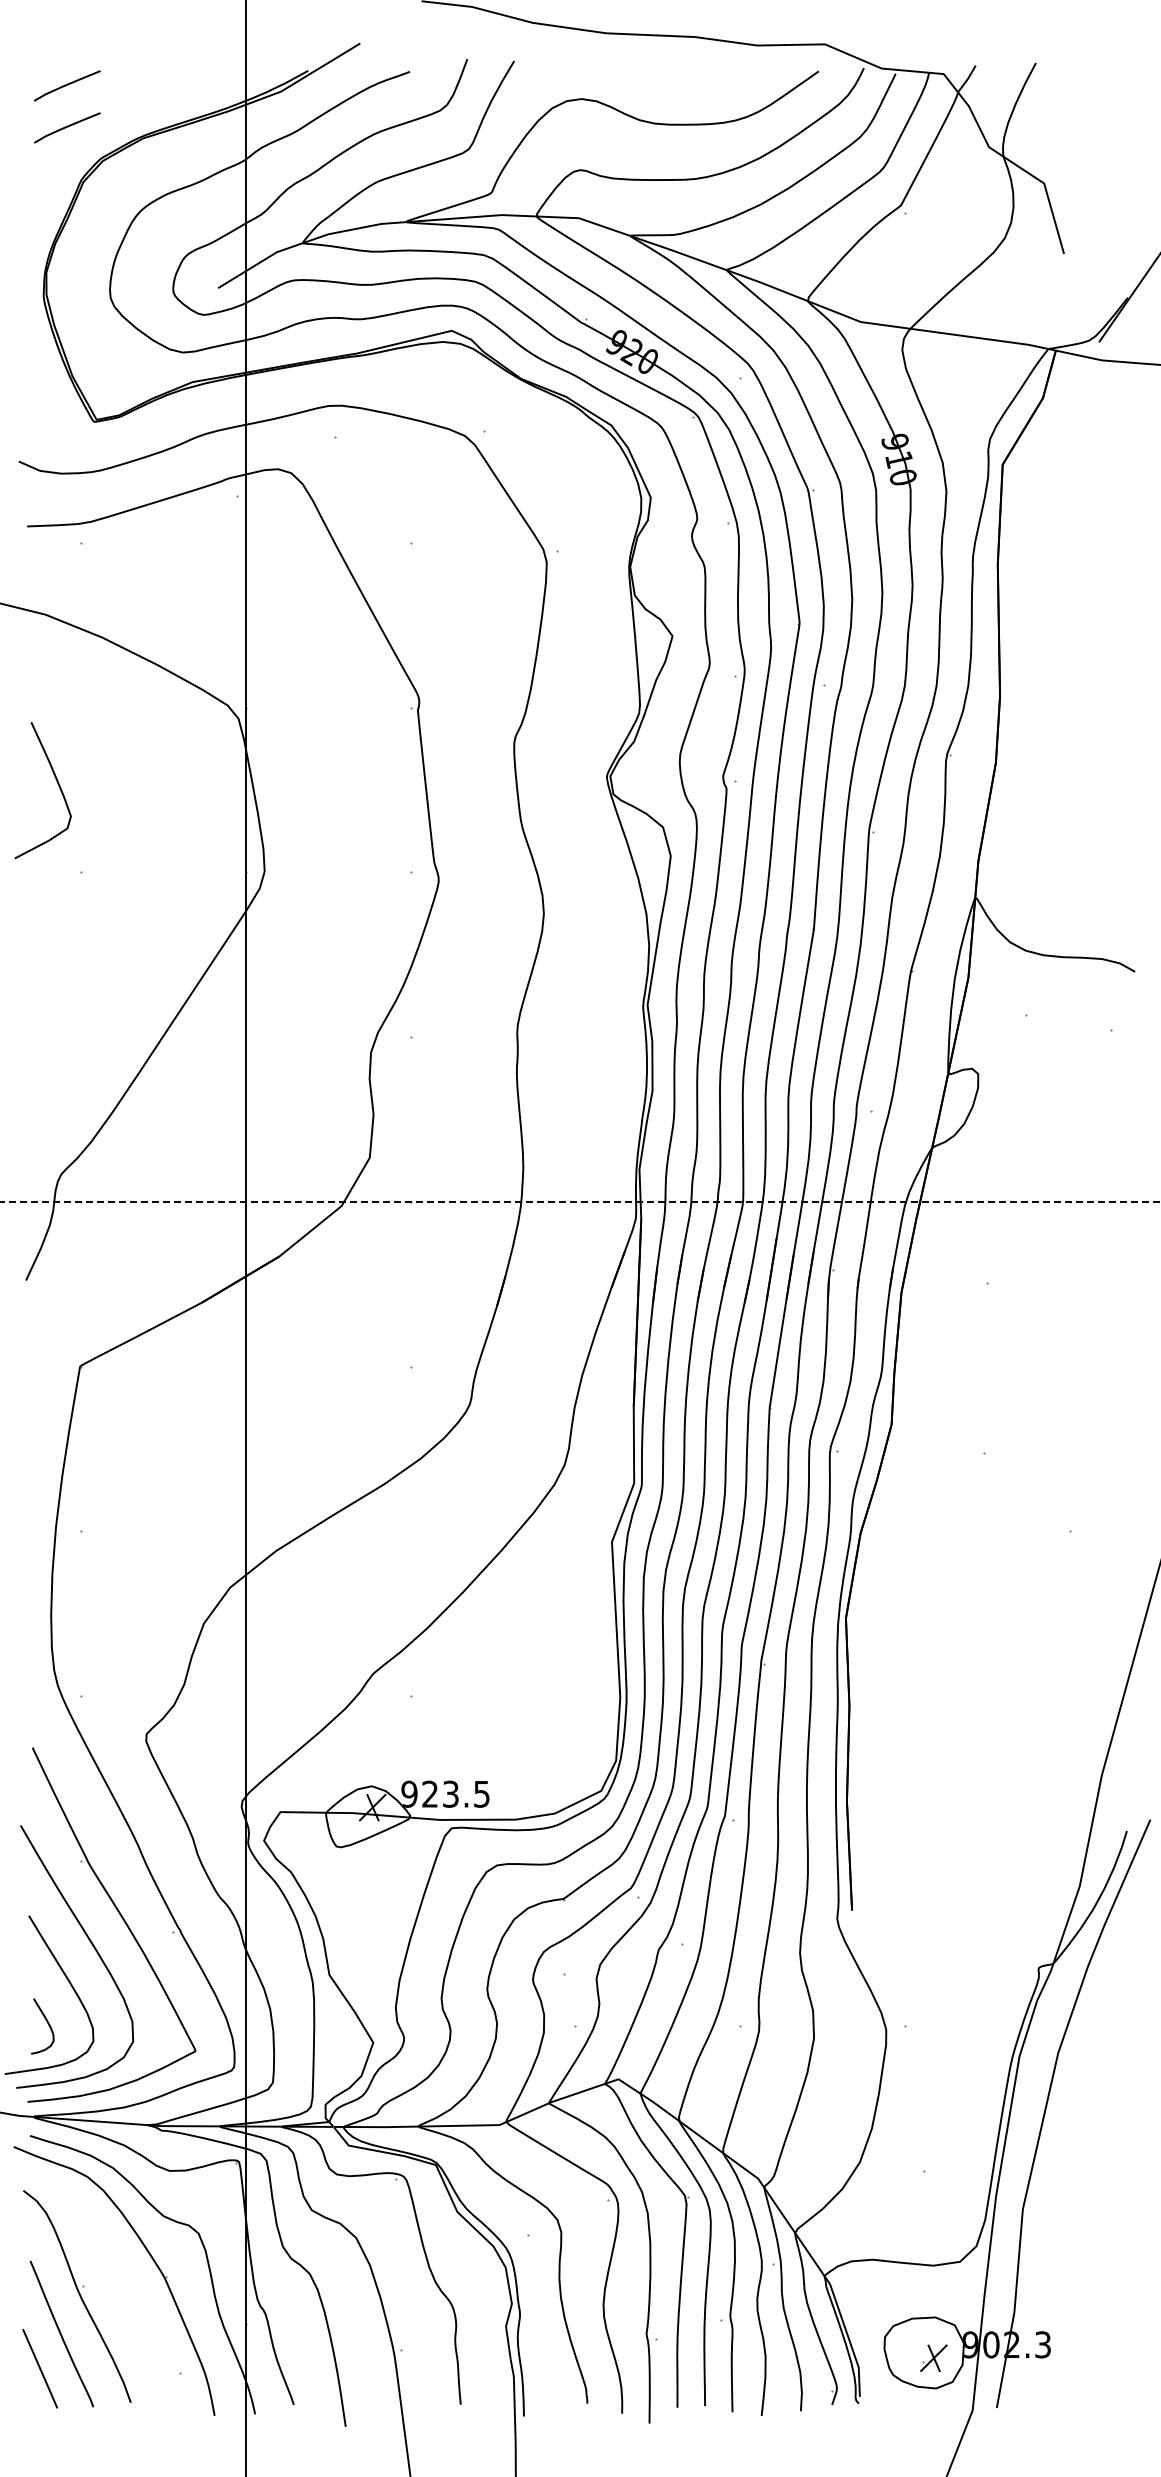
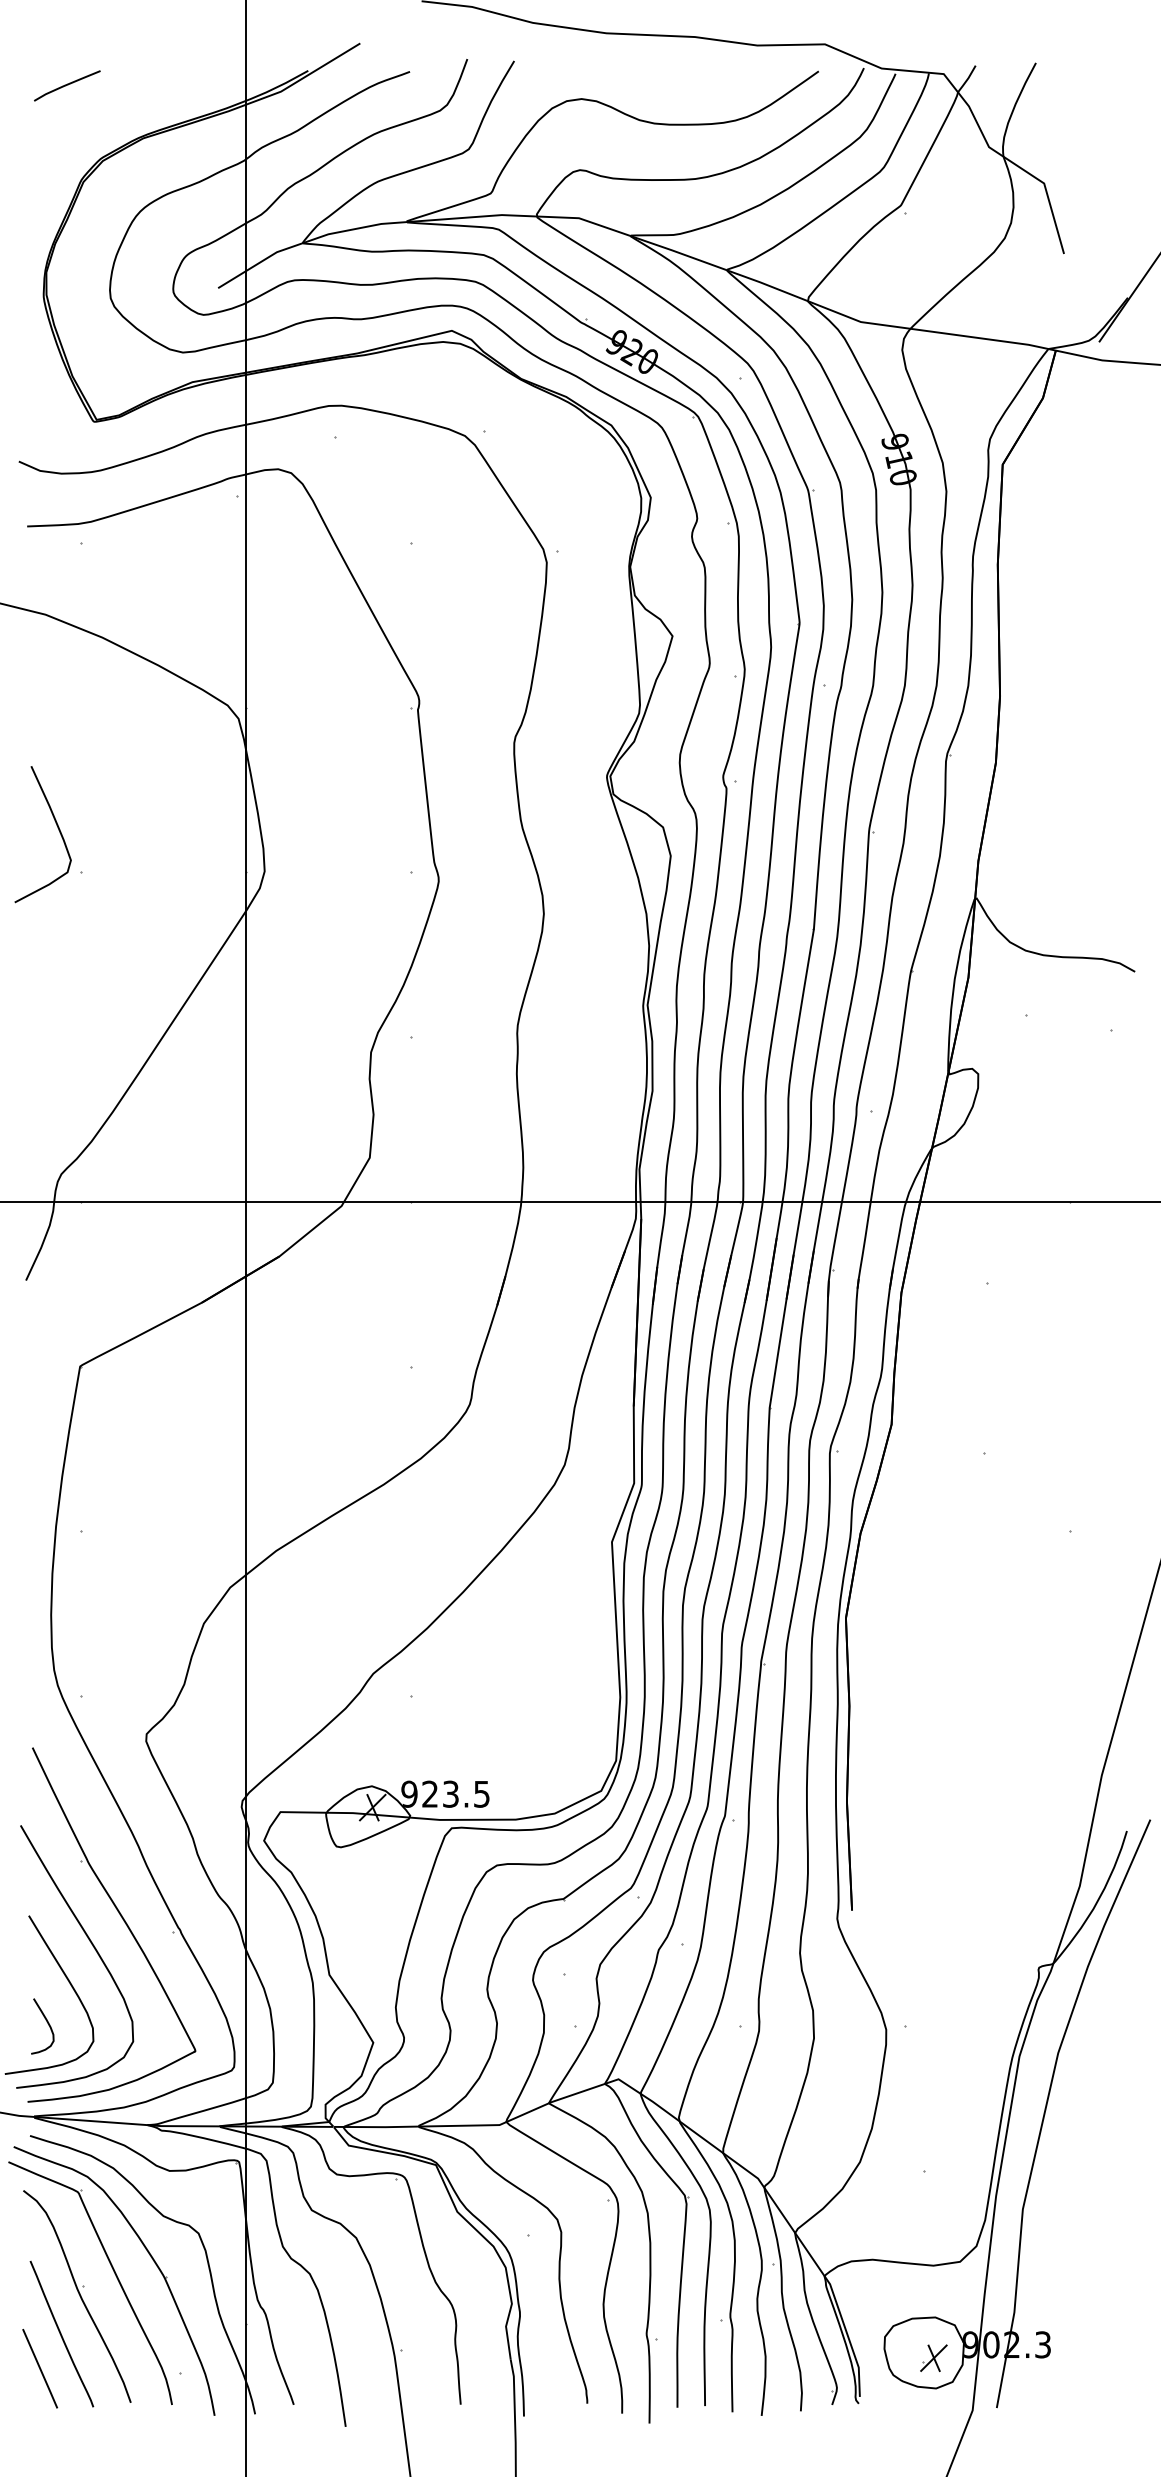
line at (67, 127): present -> none
curve at (57, 784) position: (57, 784) -> (57, 828)
line at (579, 1201): dashed -> solid
part at (114, 2274): none -> present
